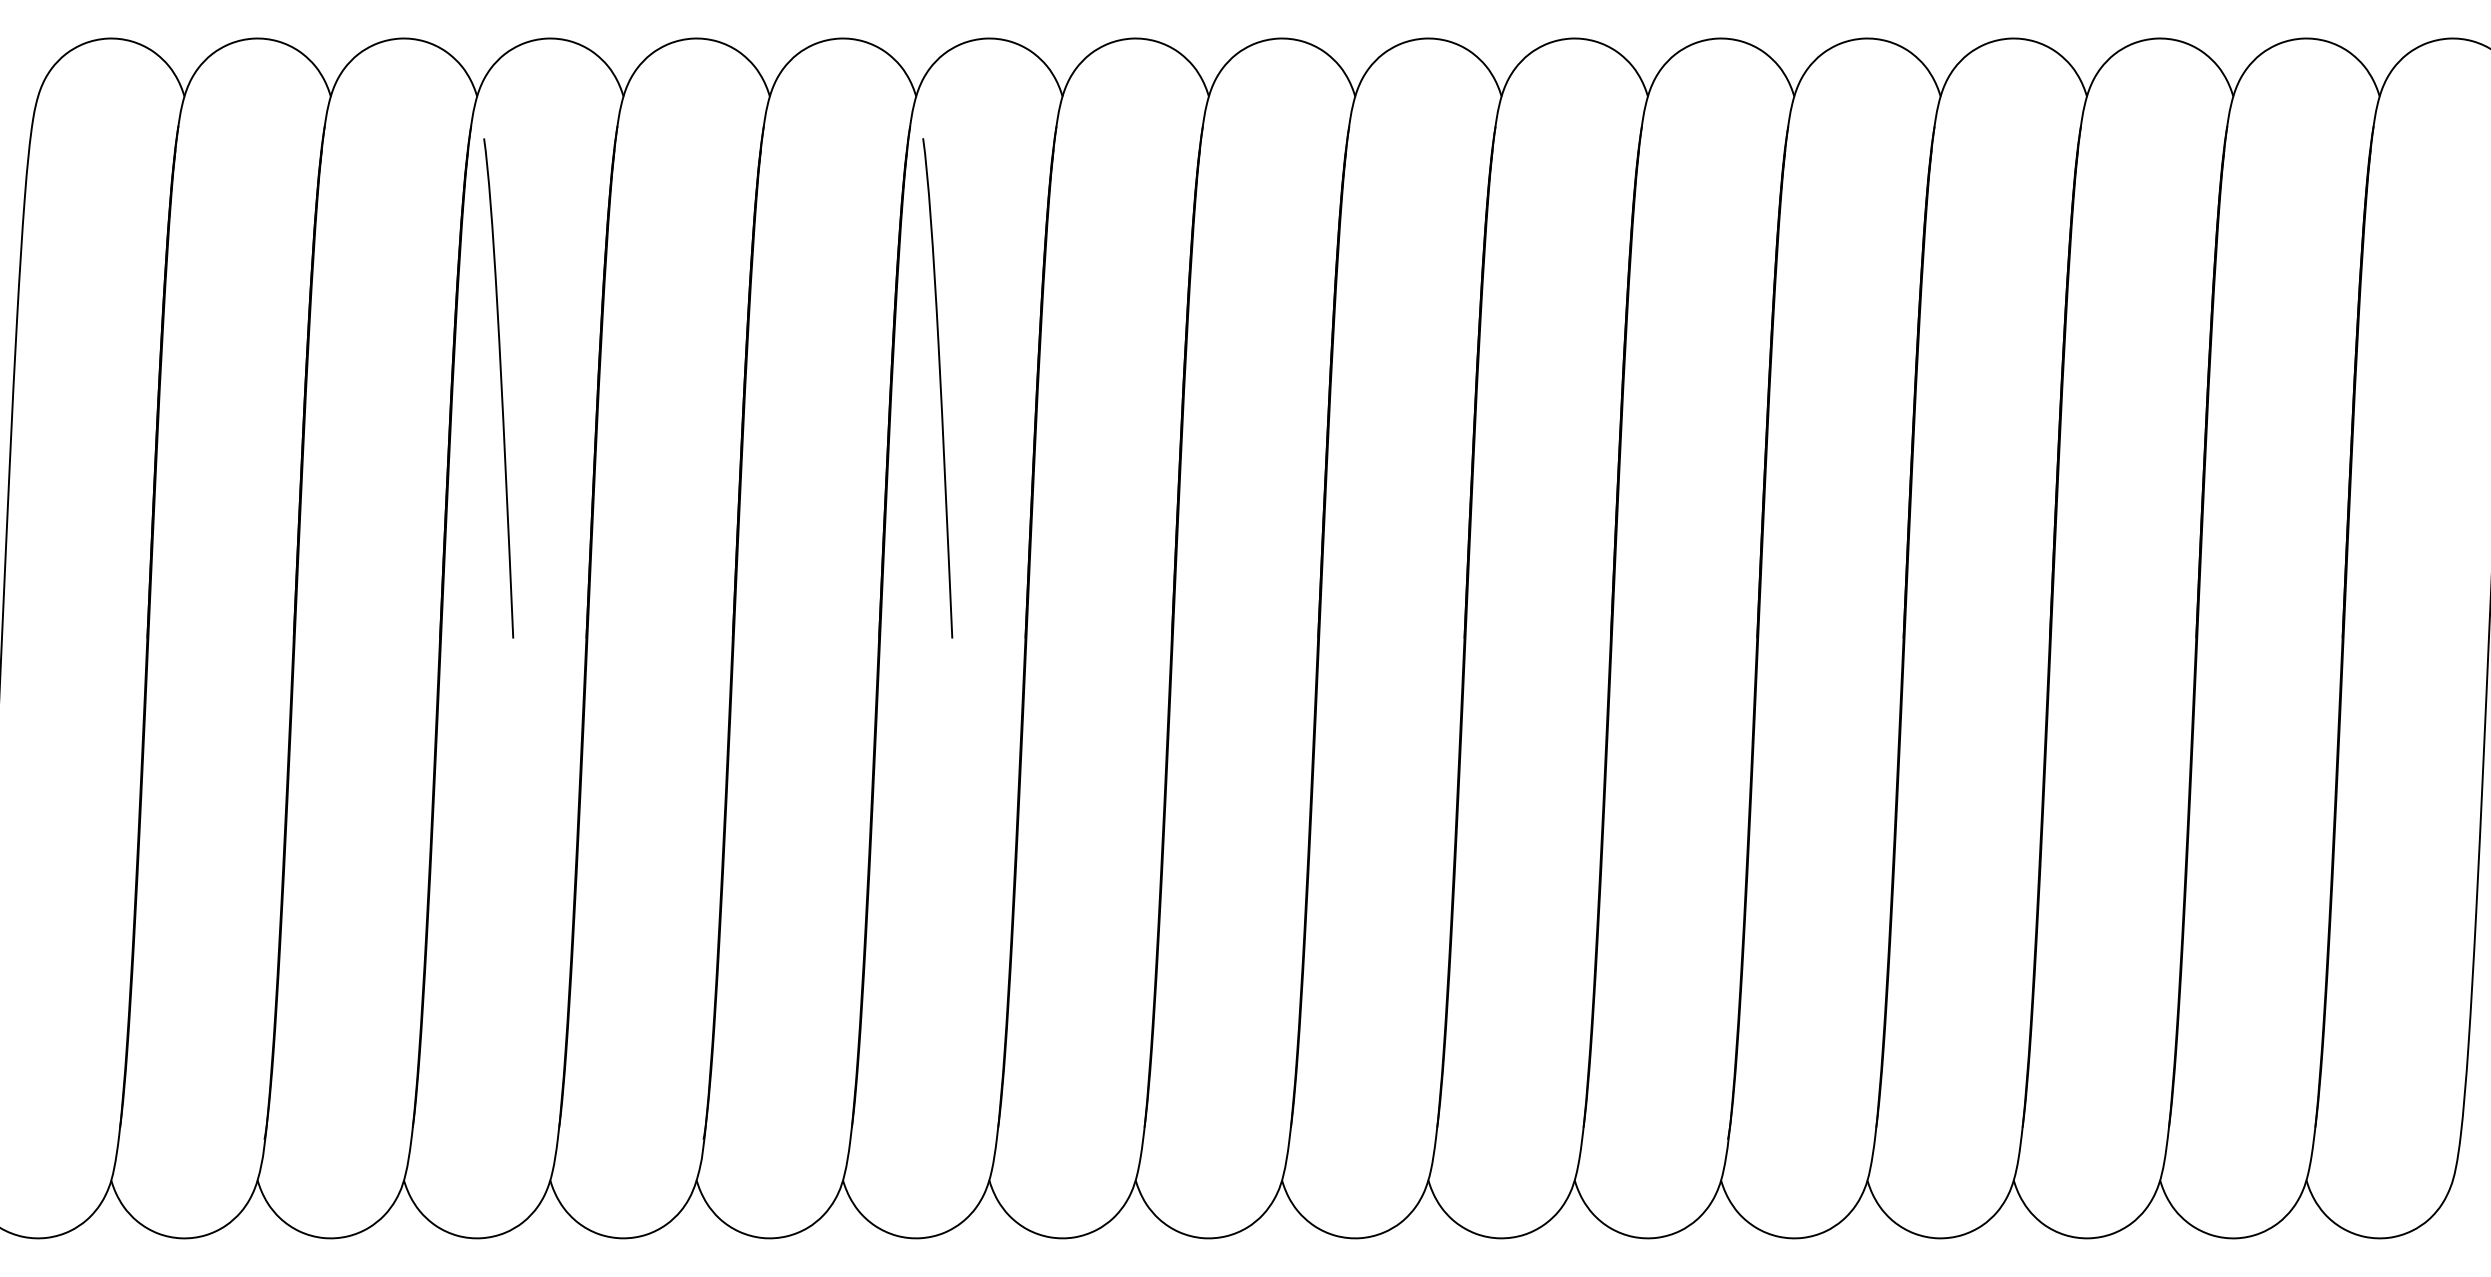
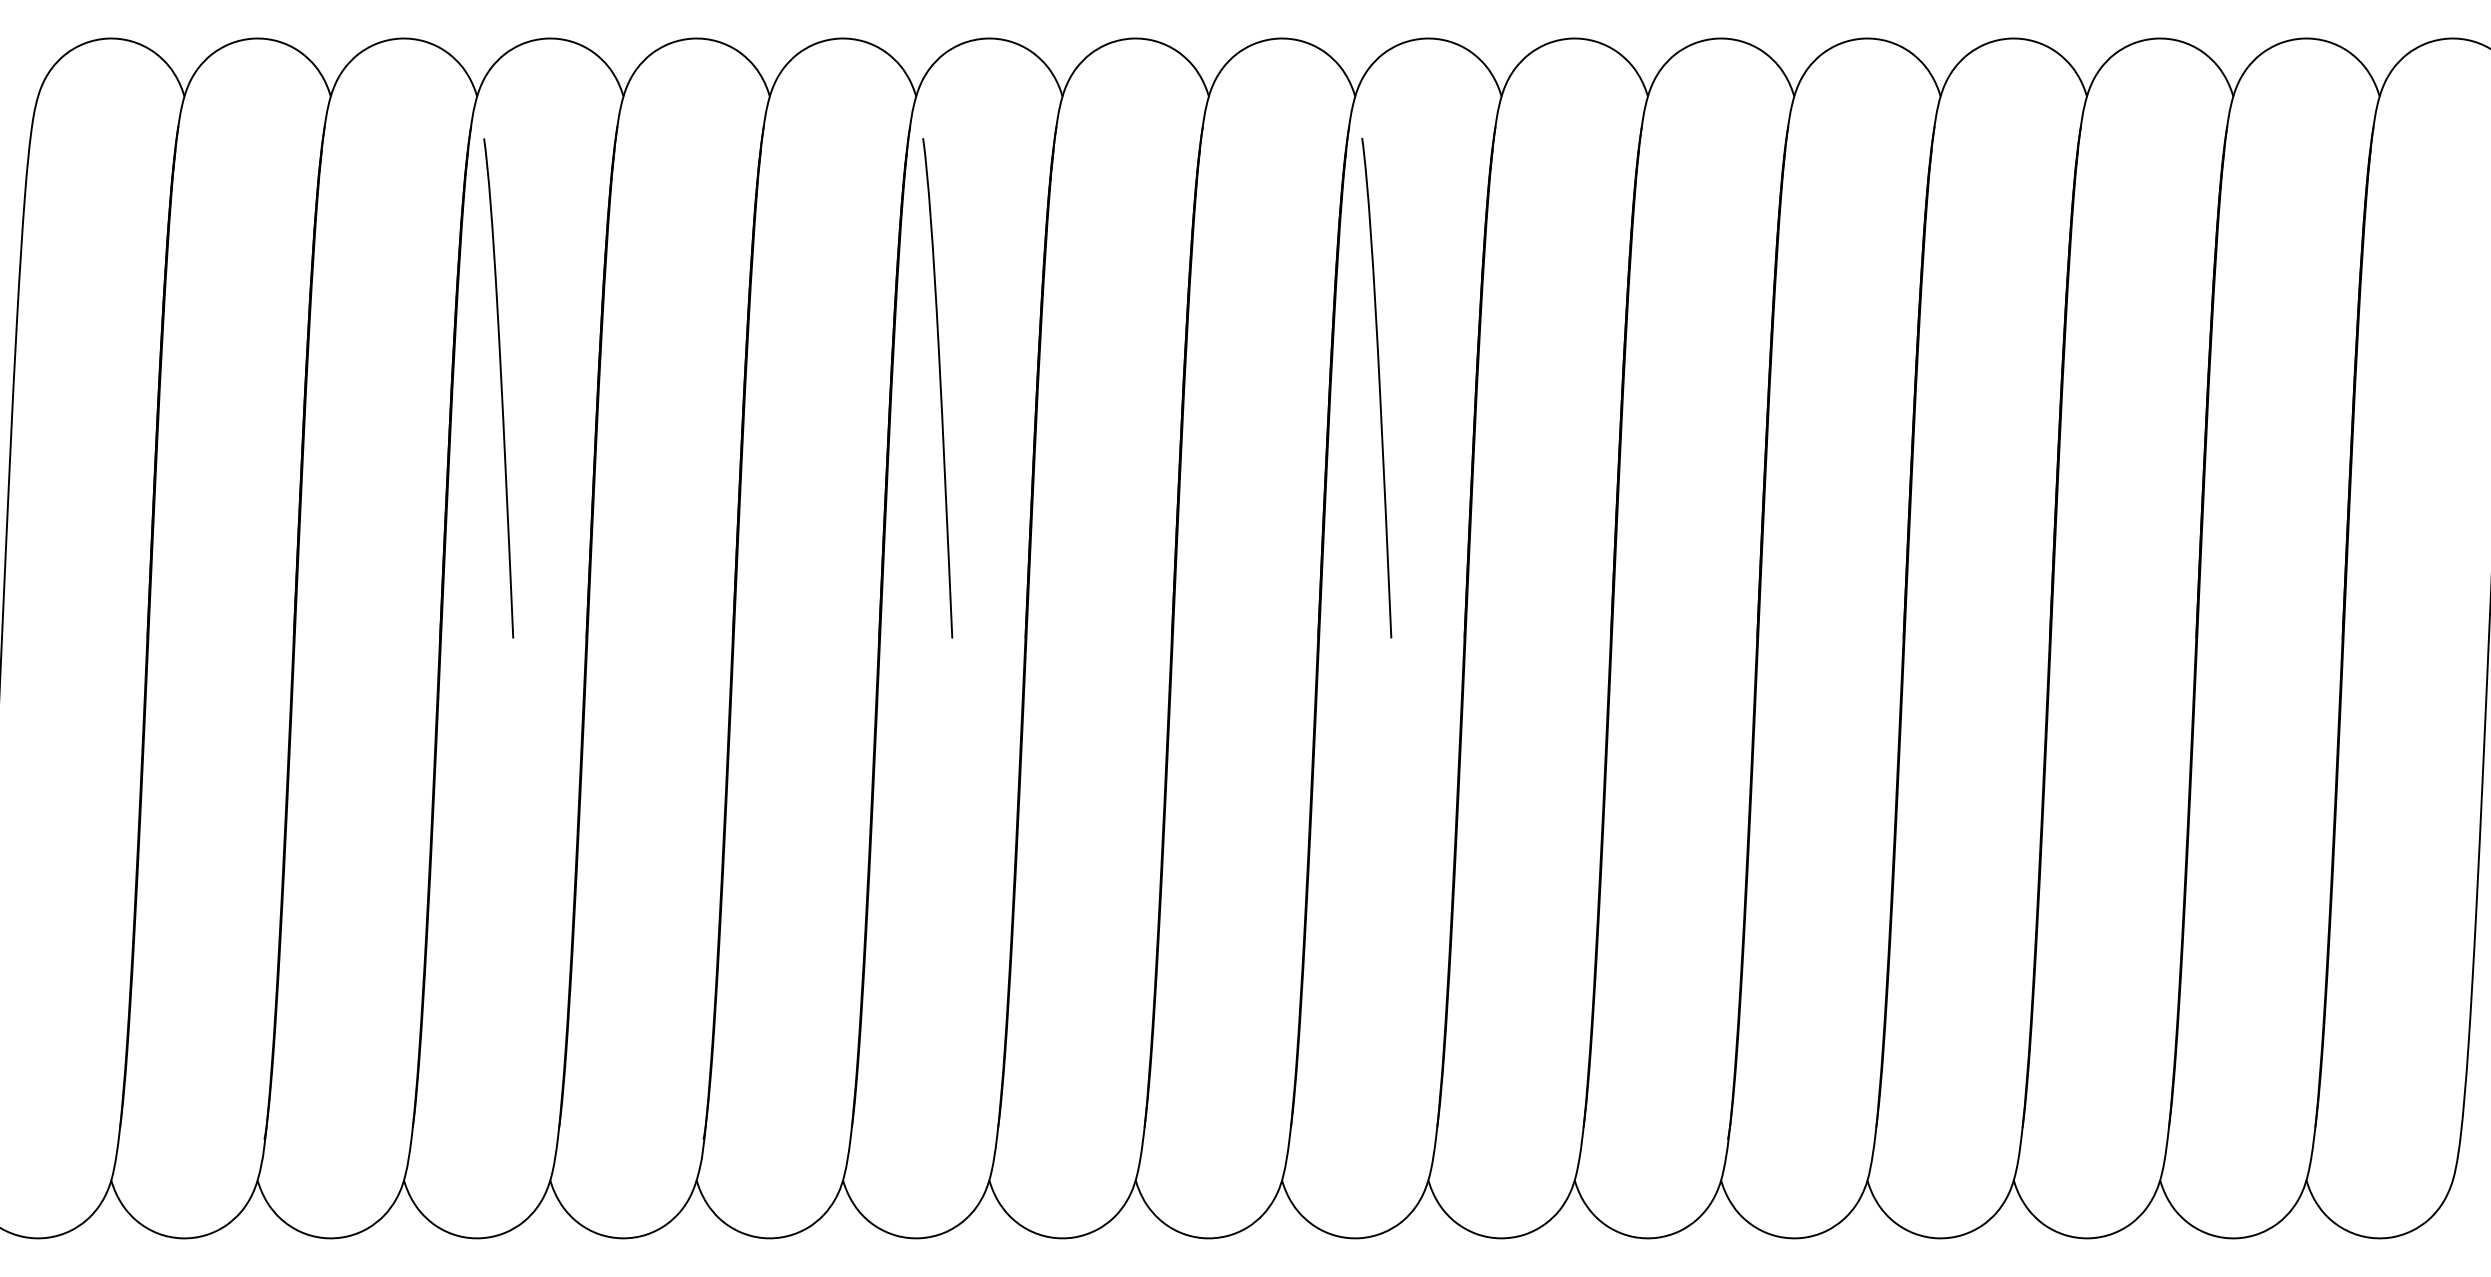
curve at (1378, 387): none -> present
